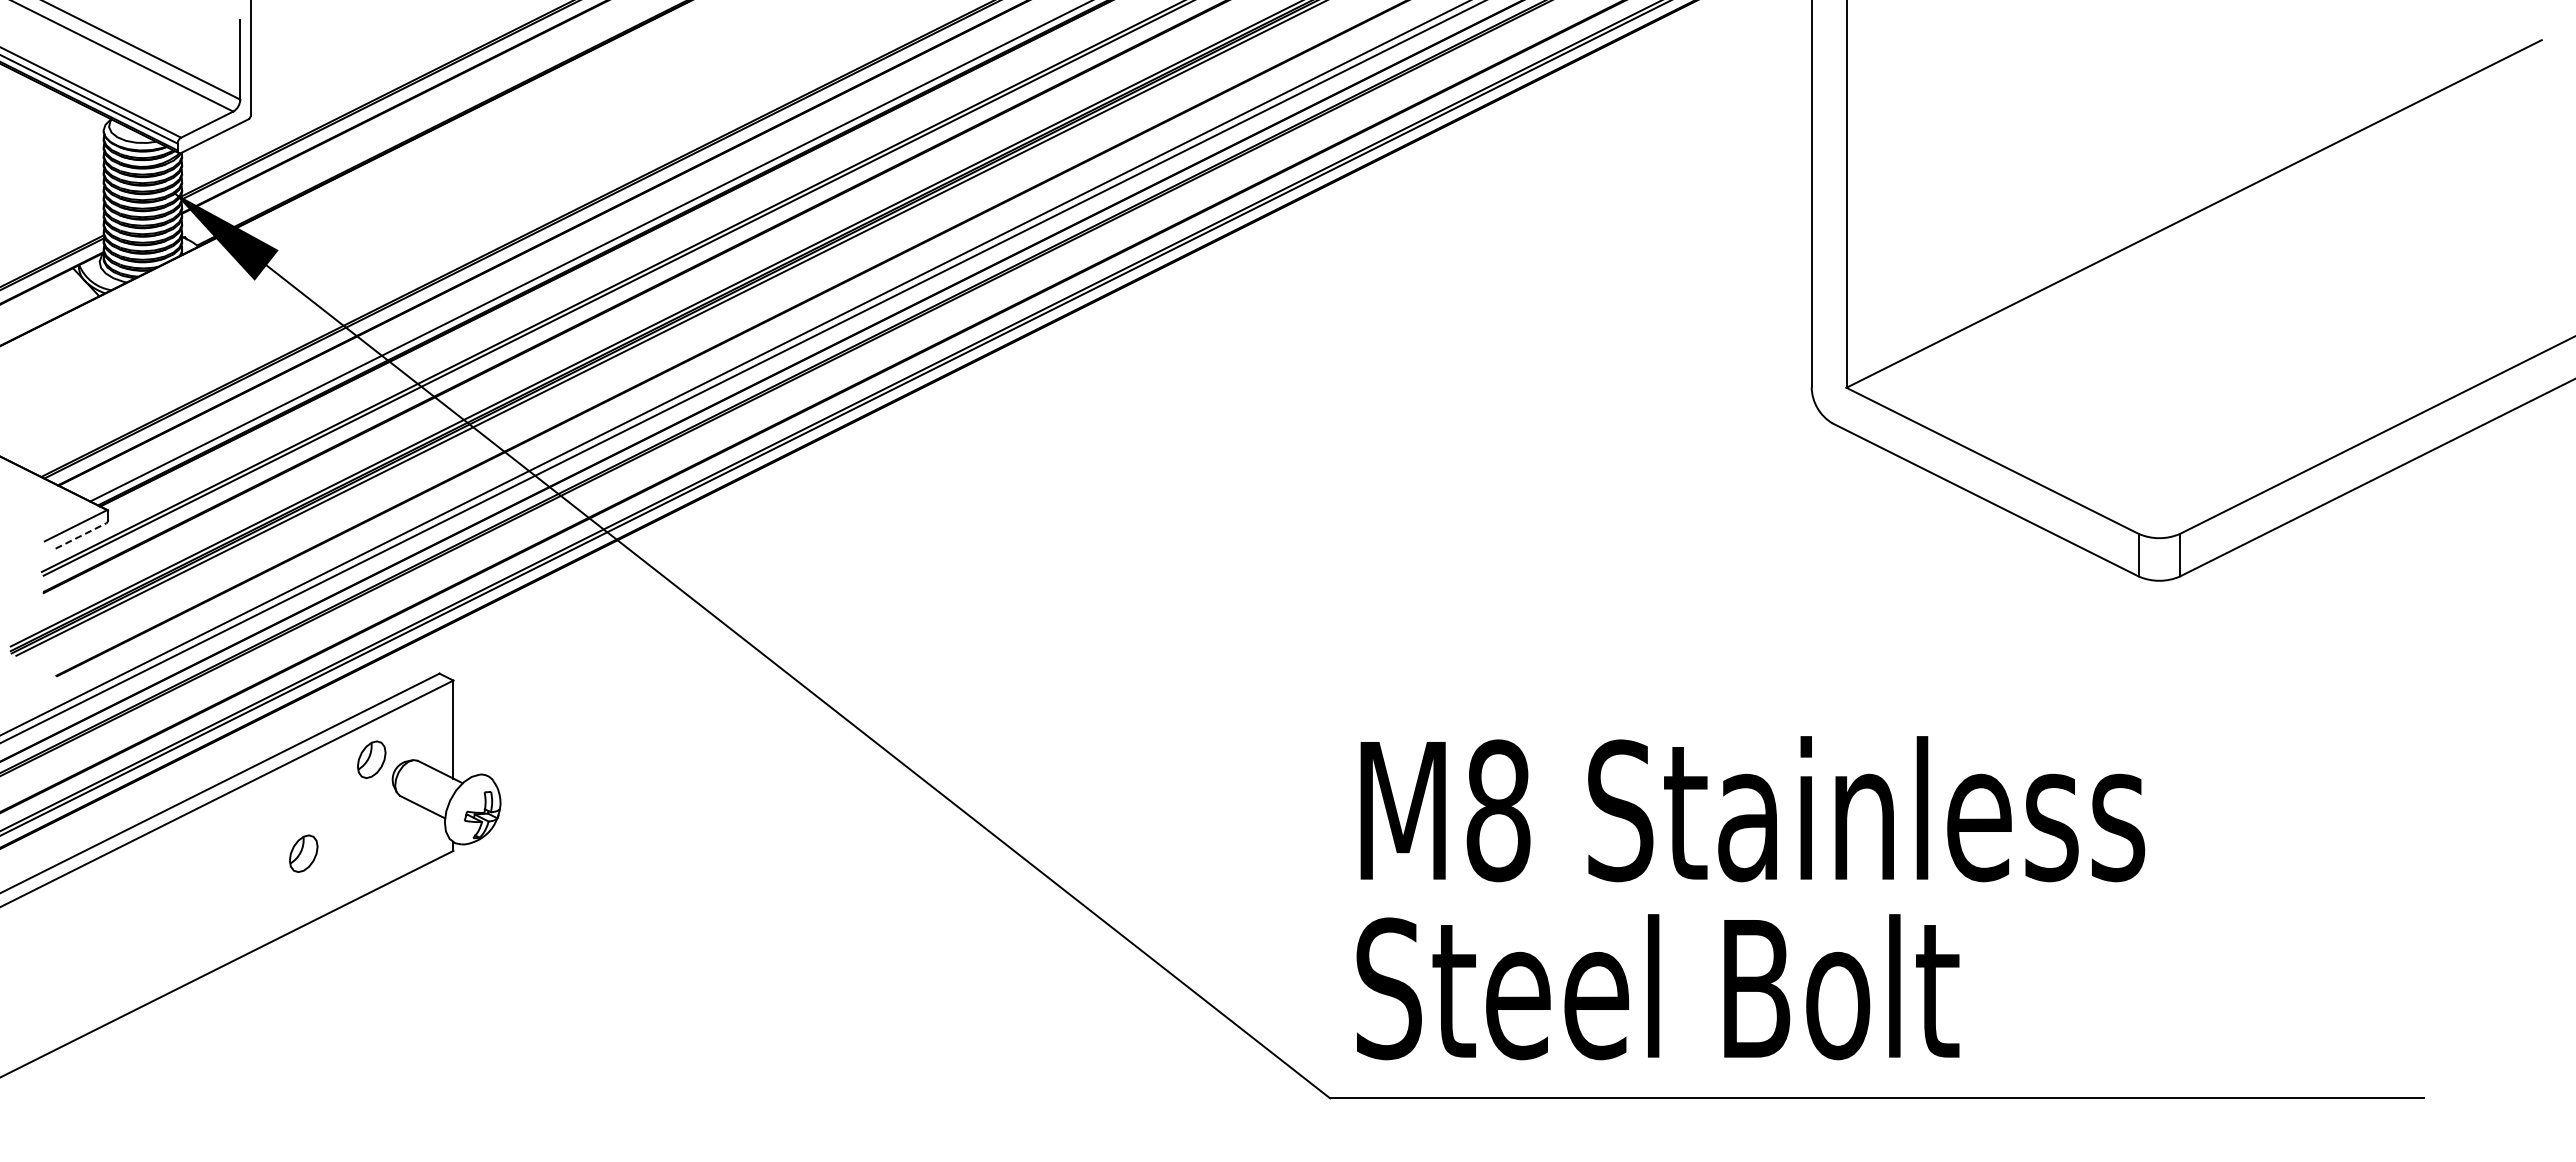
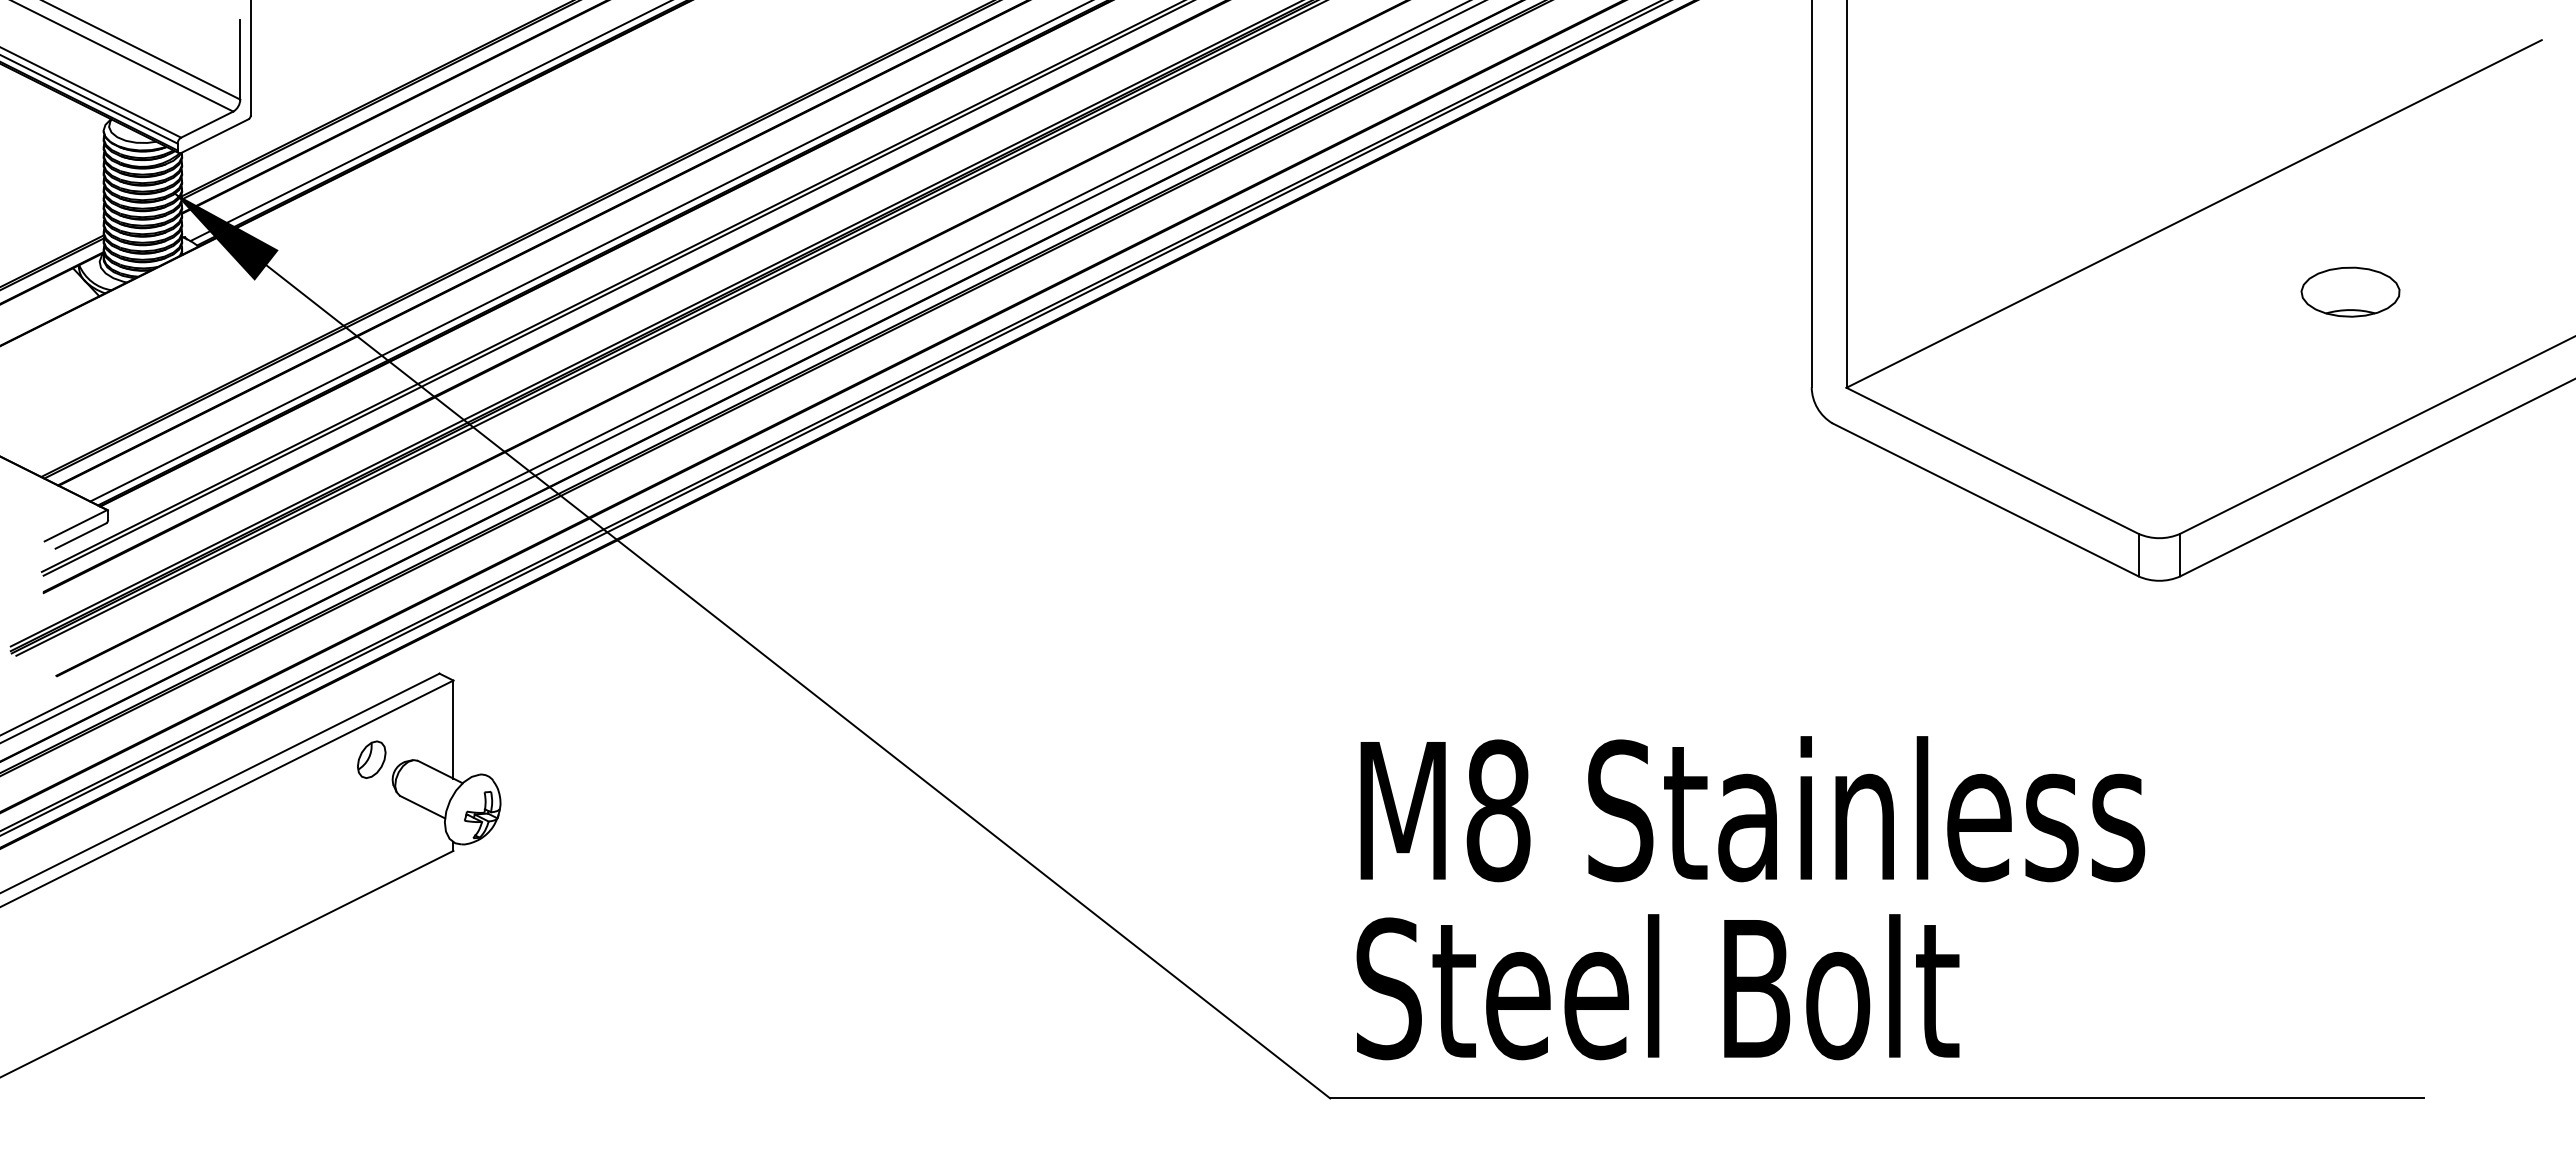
line at (429, 121): none -> present
part at (2350, 291): none -> present
line at (81, 535): dashed -> solid
part at (303, 853): present -> none
